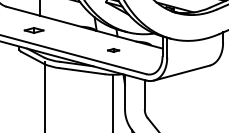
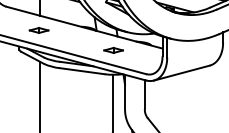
part at (33, 30) position: (33, 30) -> (38, 30)
part at (113, 50) size: 14x5 px -> 21x7 px
line at (45, 95) position: (45, 95) -> (40, 95)
